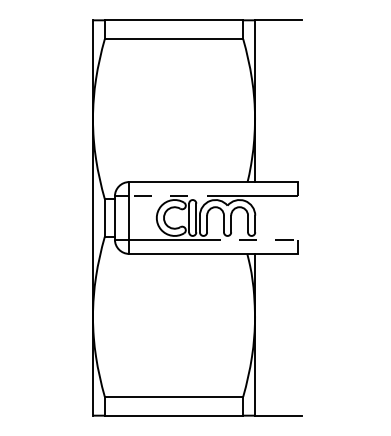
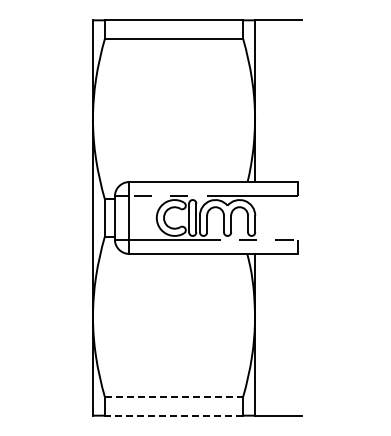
line at (174, 396): solid -> dashed
line at (173, 415): solid -> dashed
